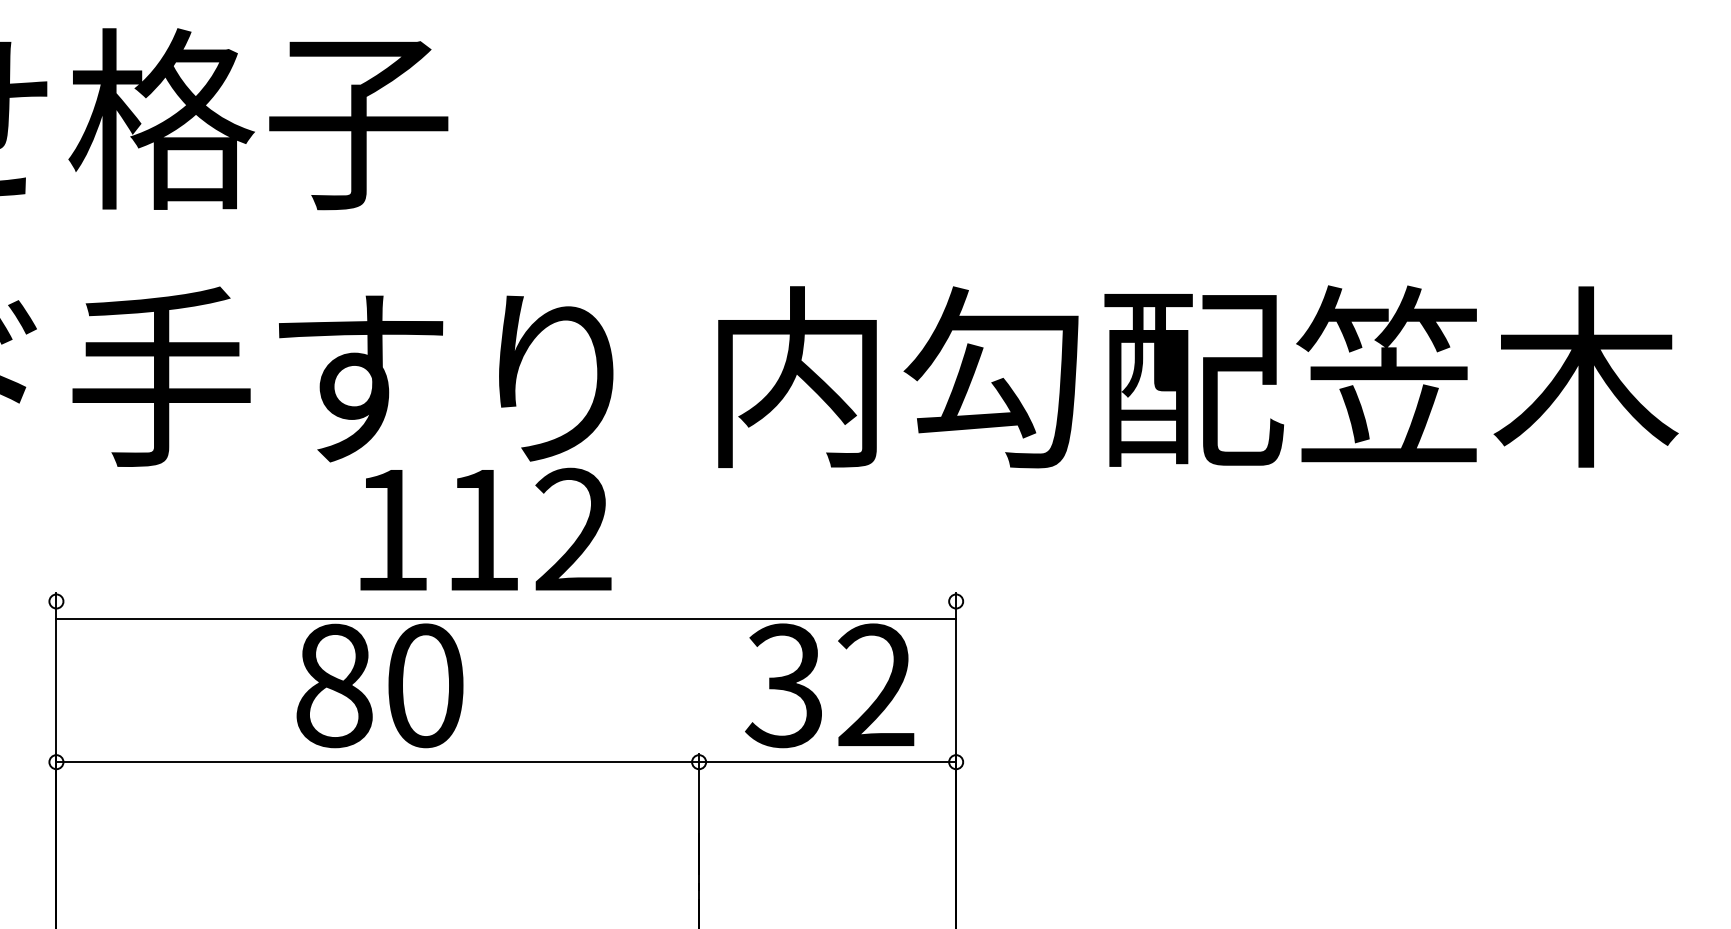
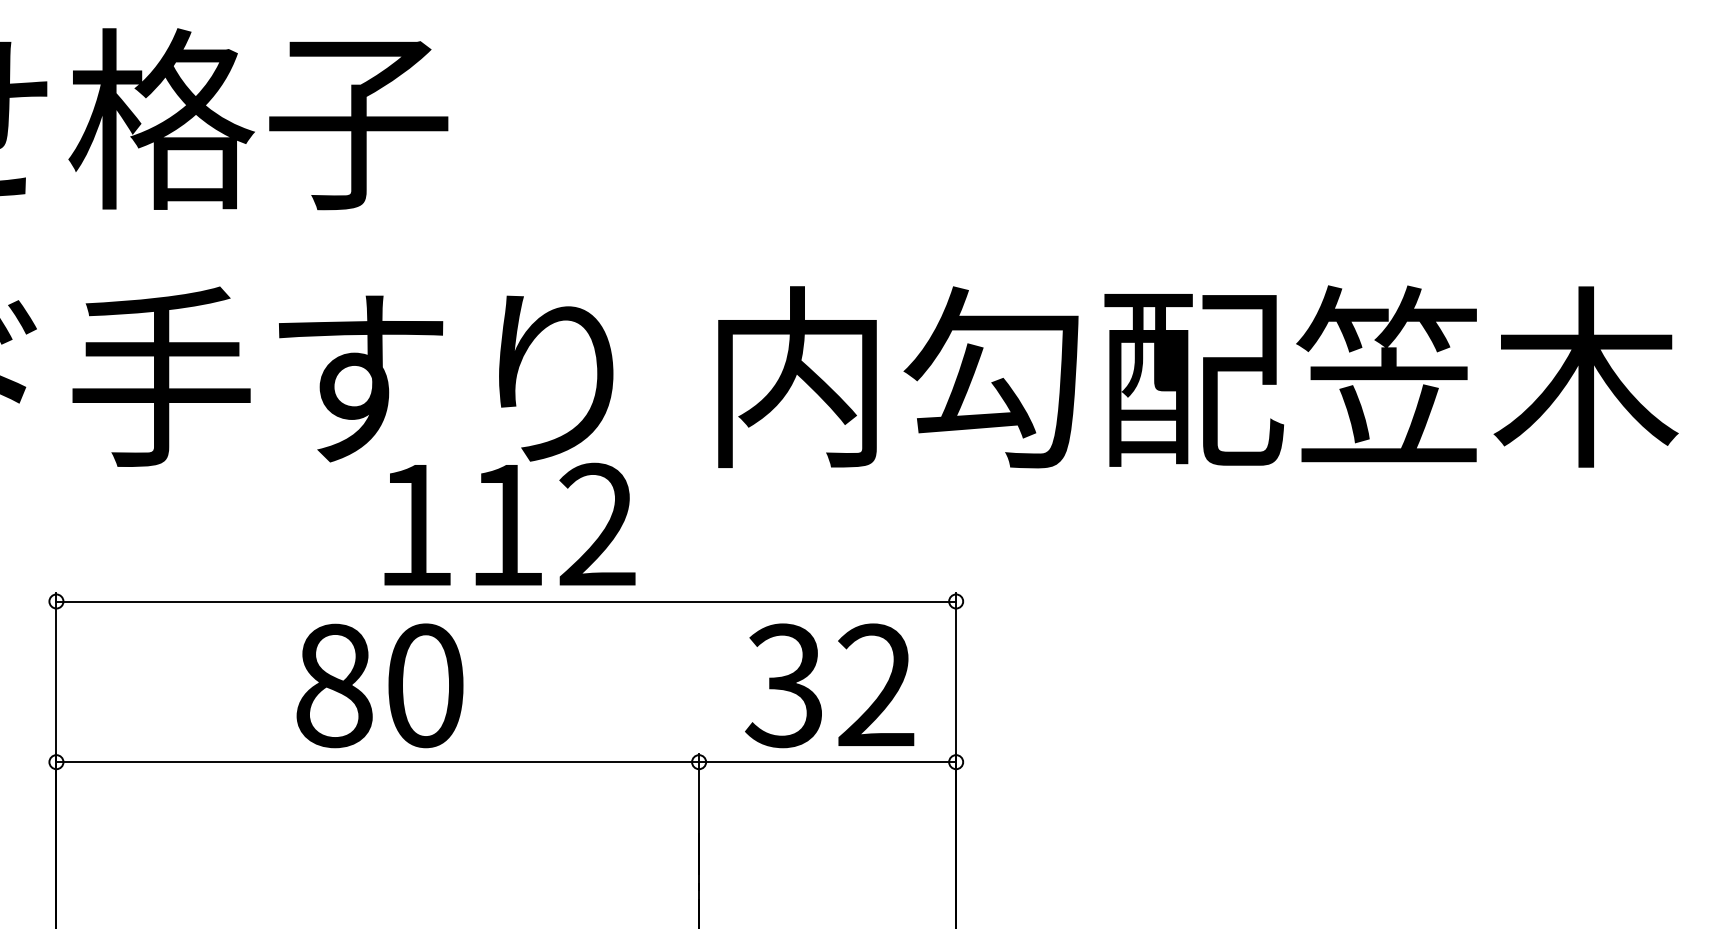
text at (485, 528) position: (485, 528) -> (509, 523)
line at (506, 618) position: (506, 618) -> (506, 601)
